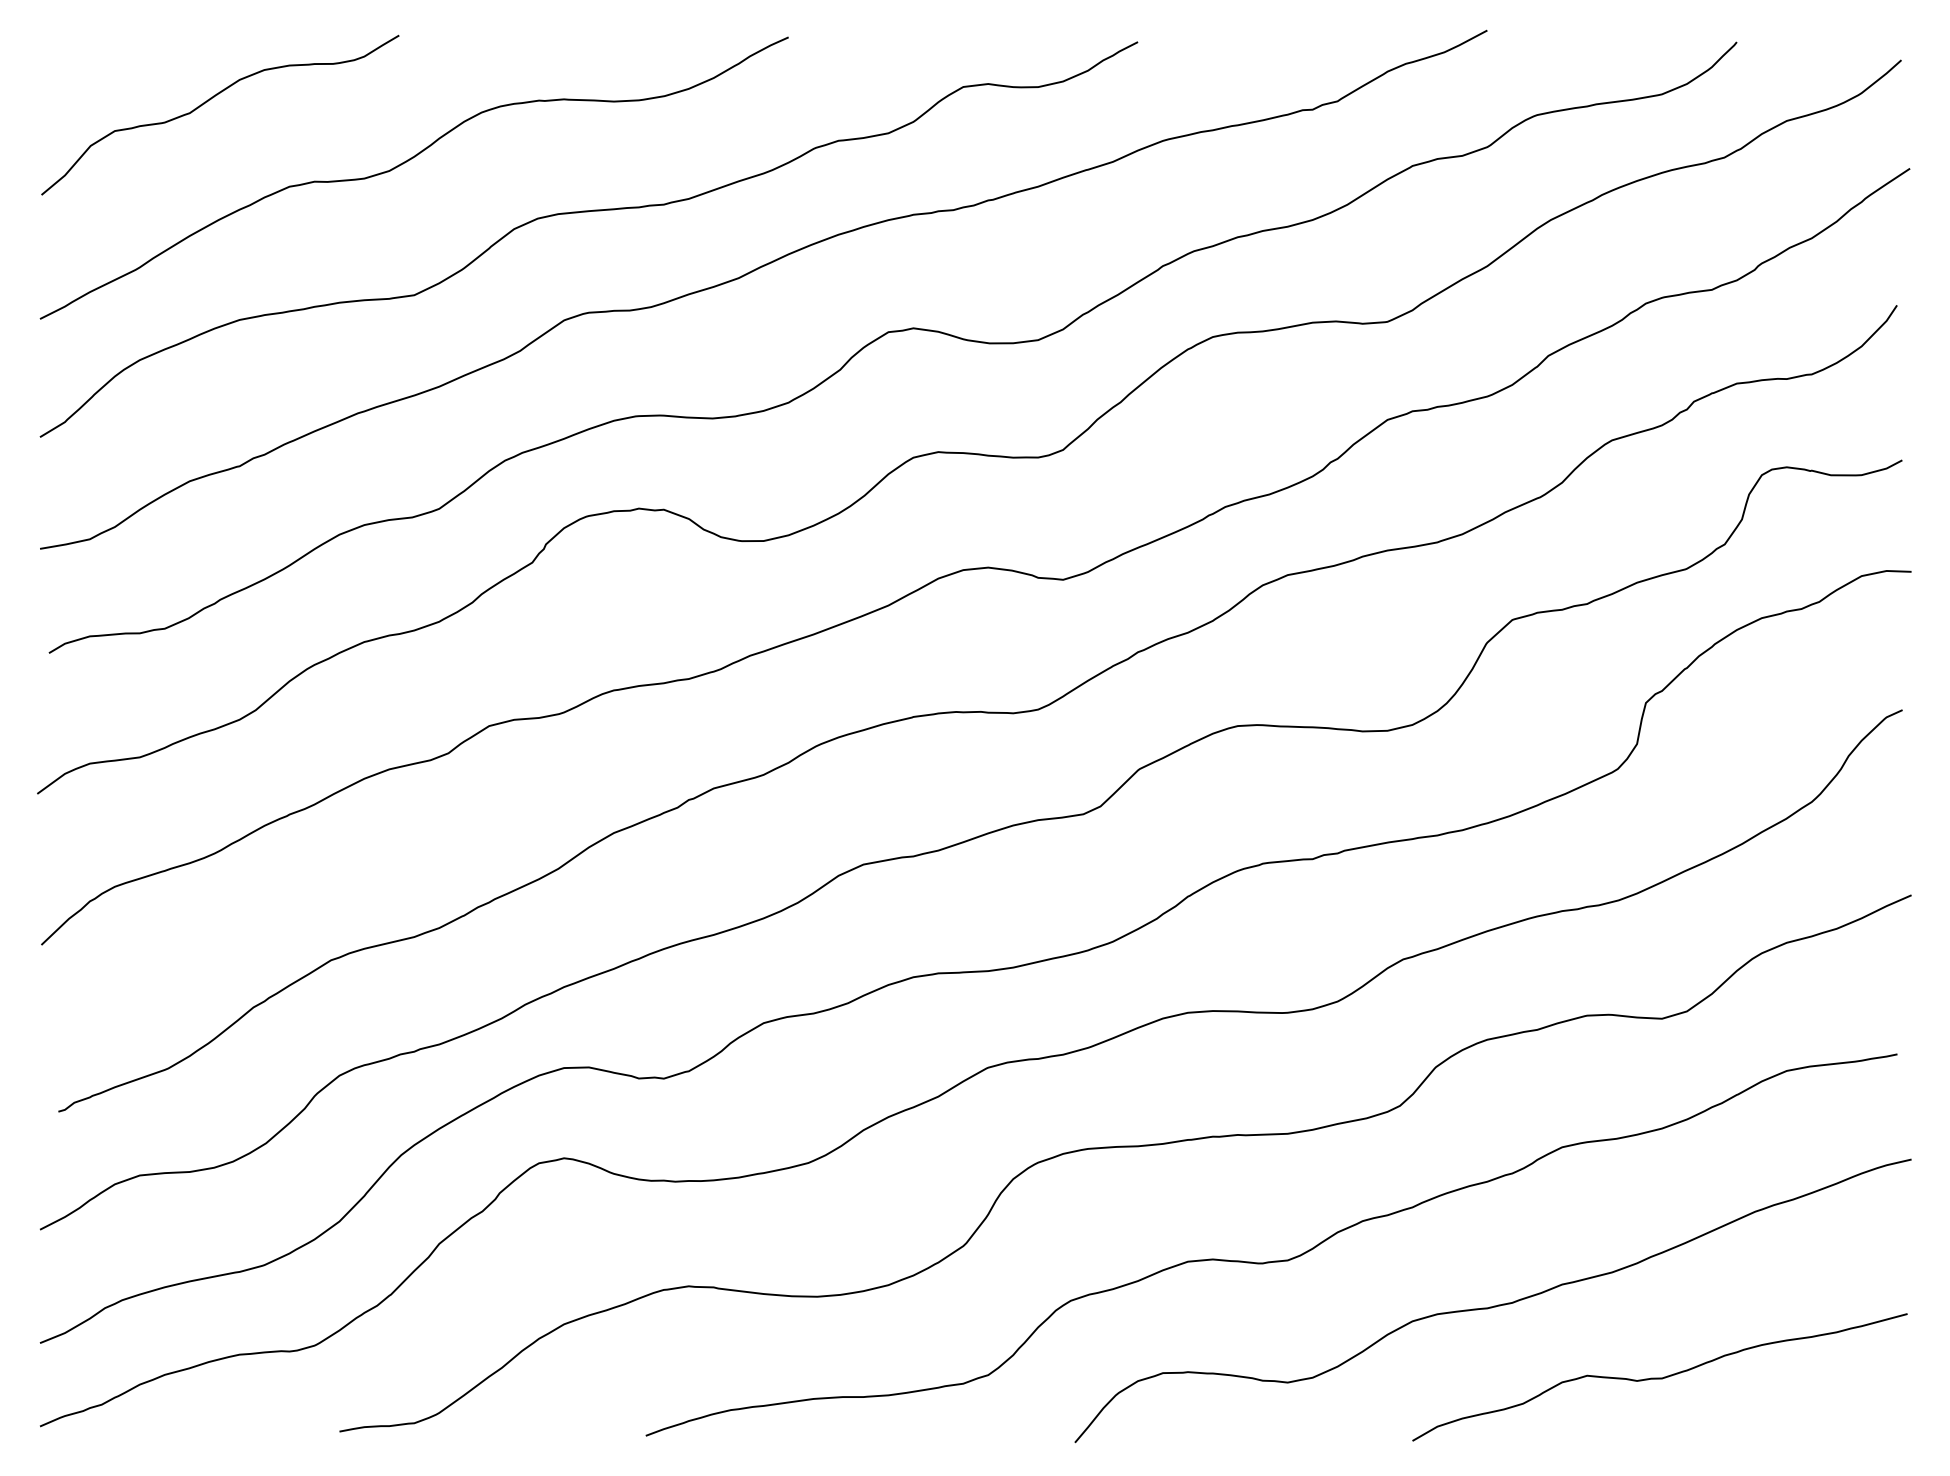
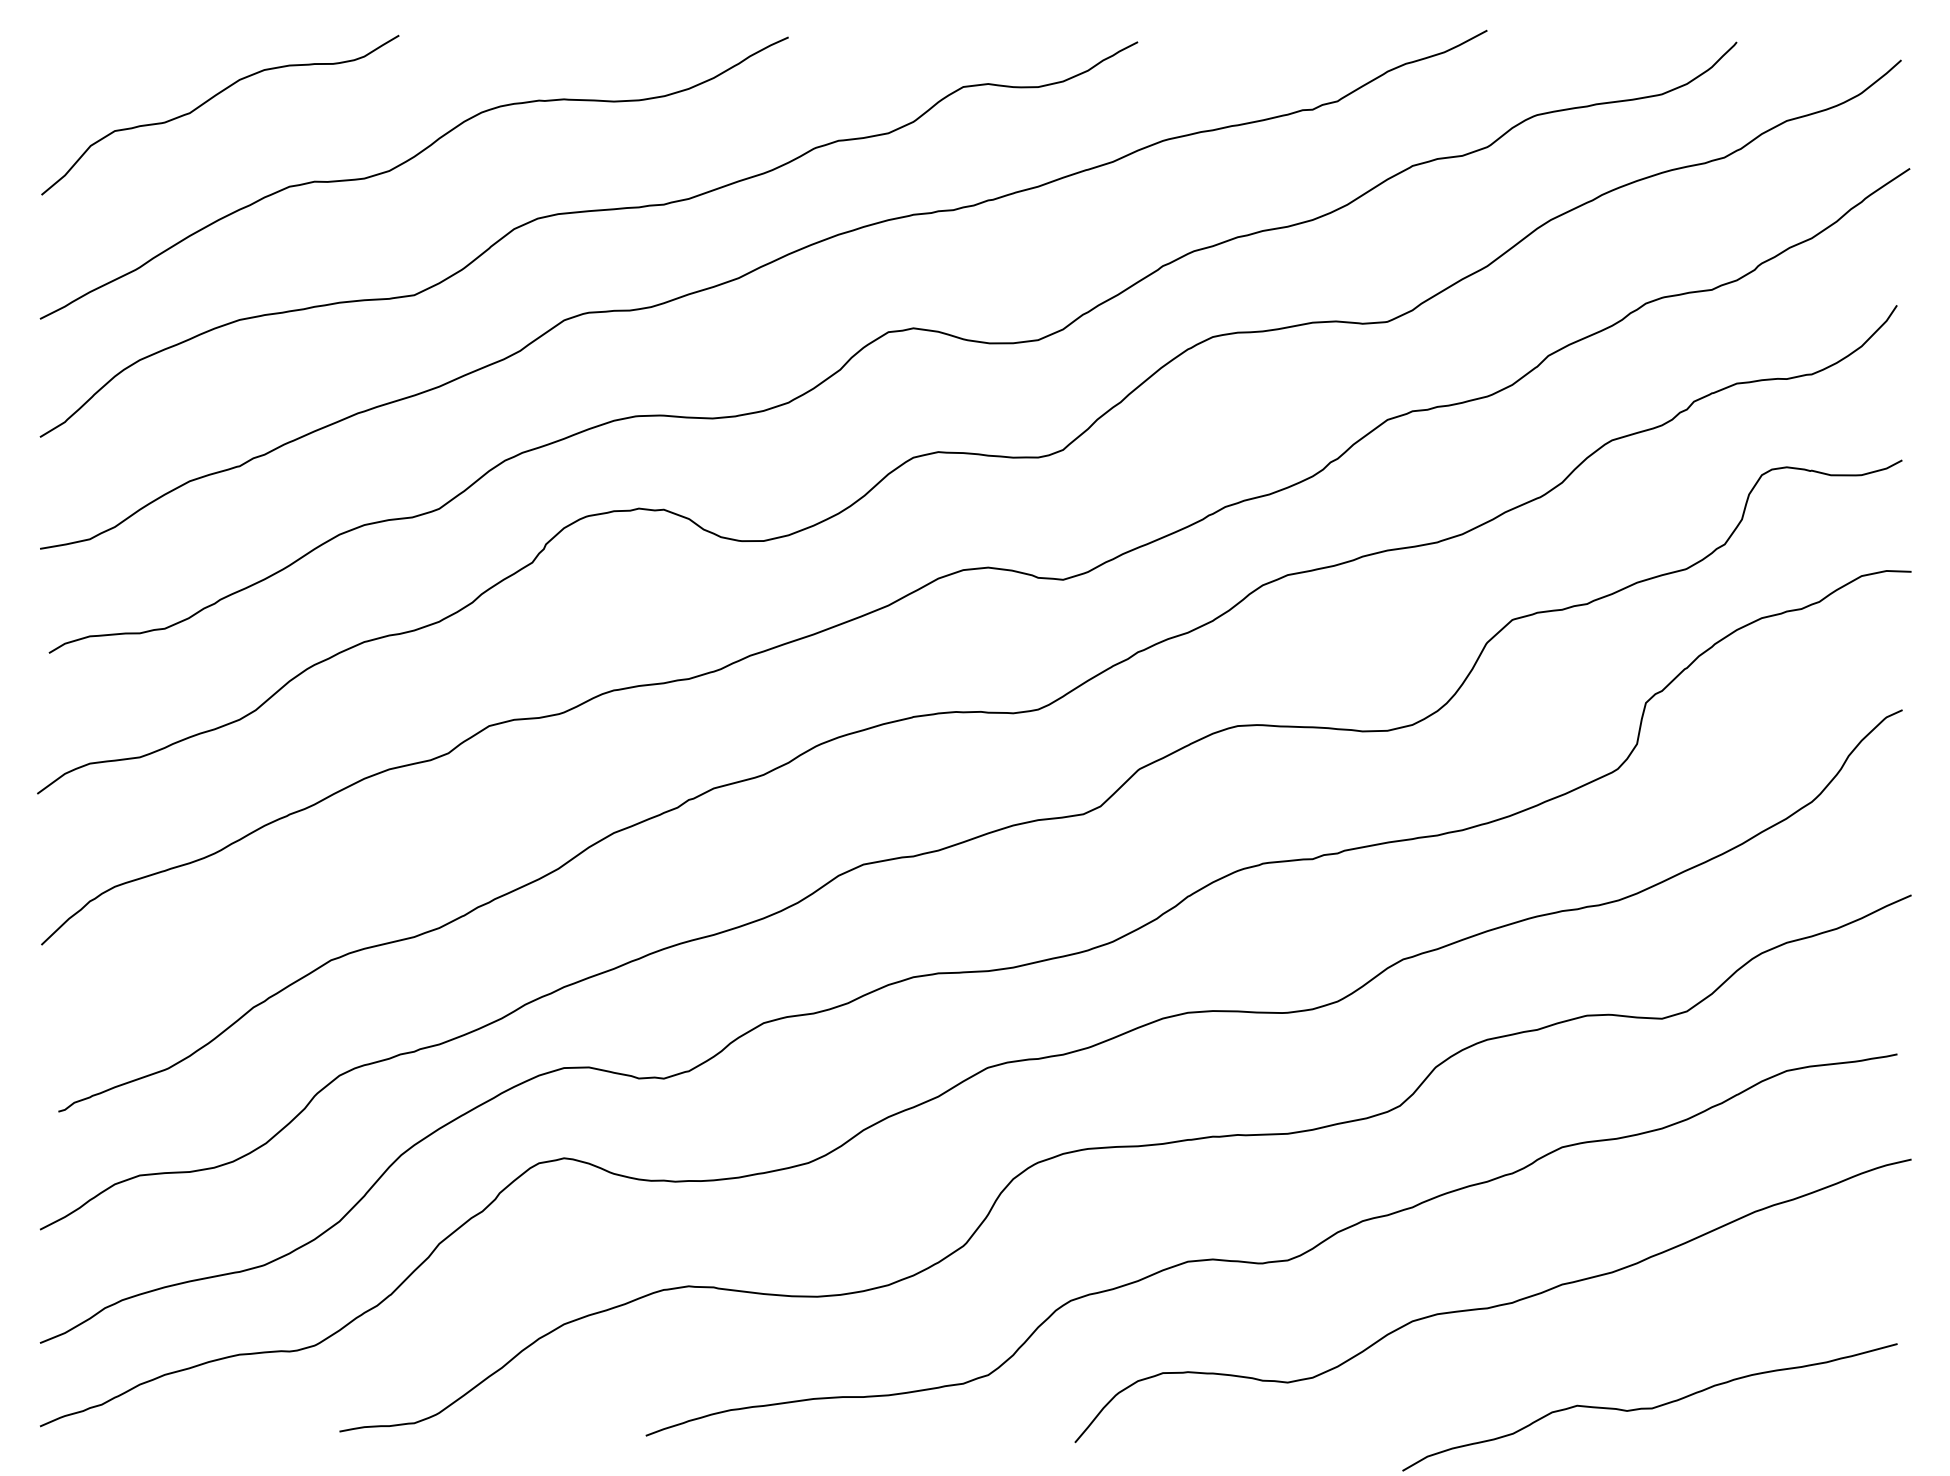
curve at (1659, 1377) position: (1659, 1377) -> (1649, 1407)
